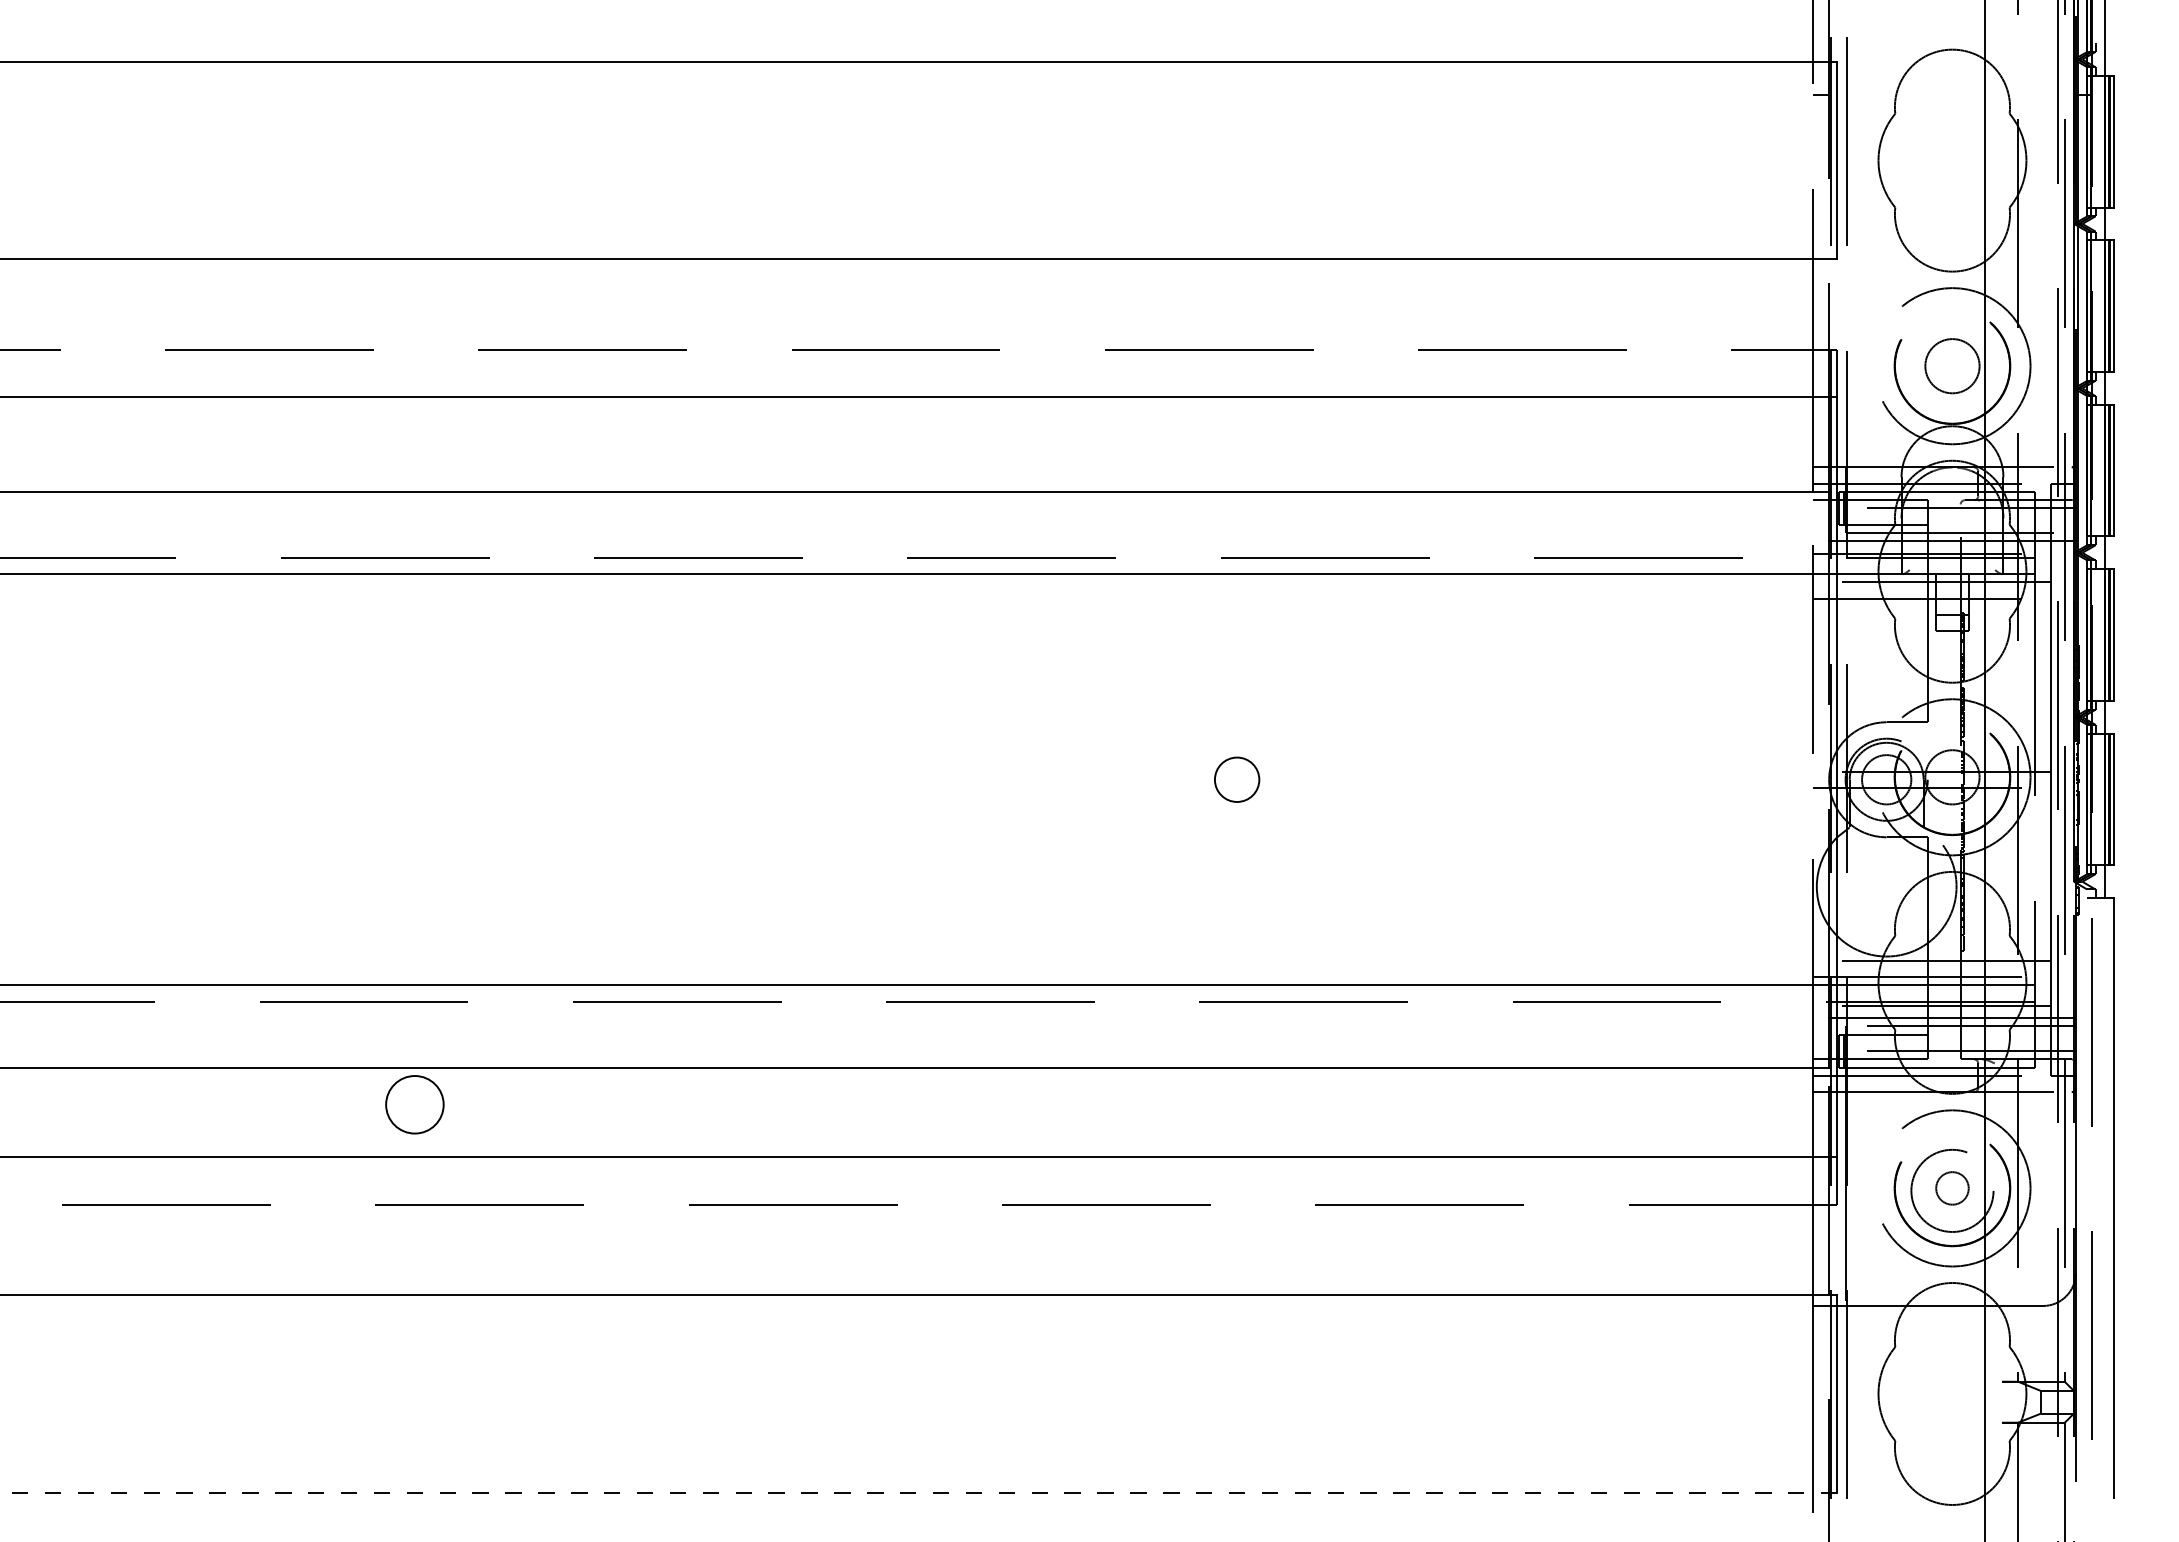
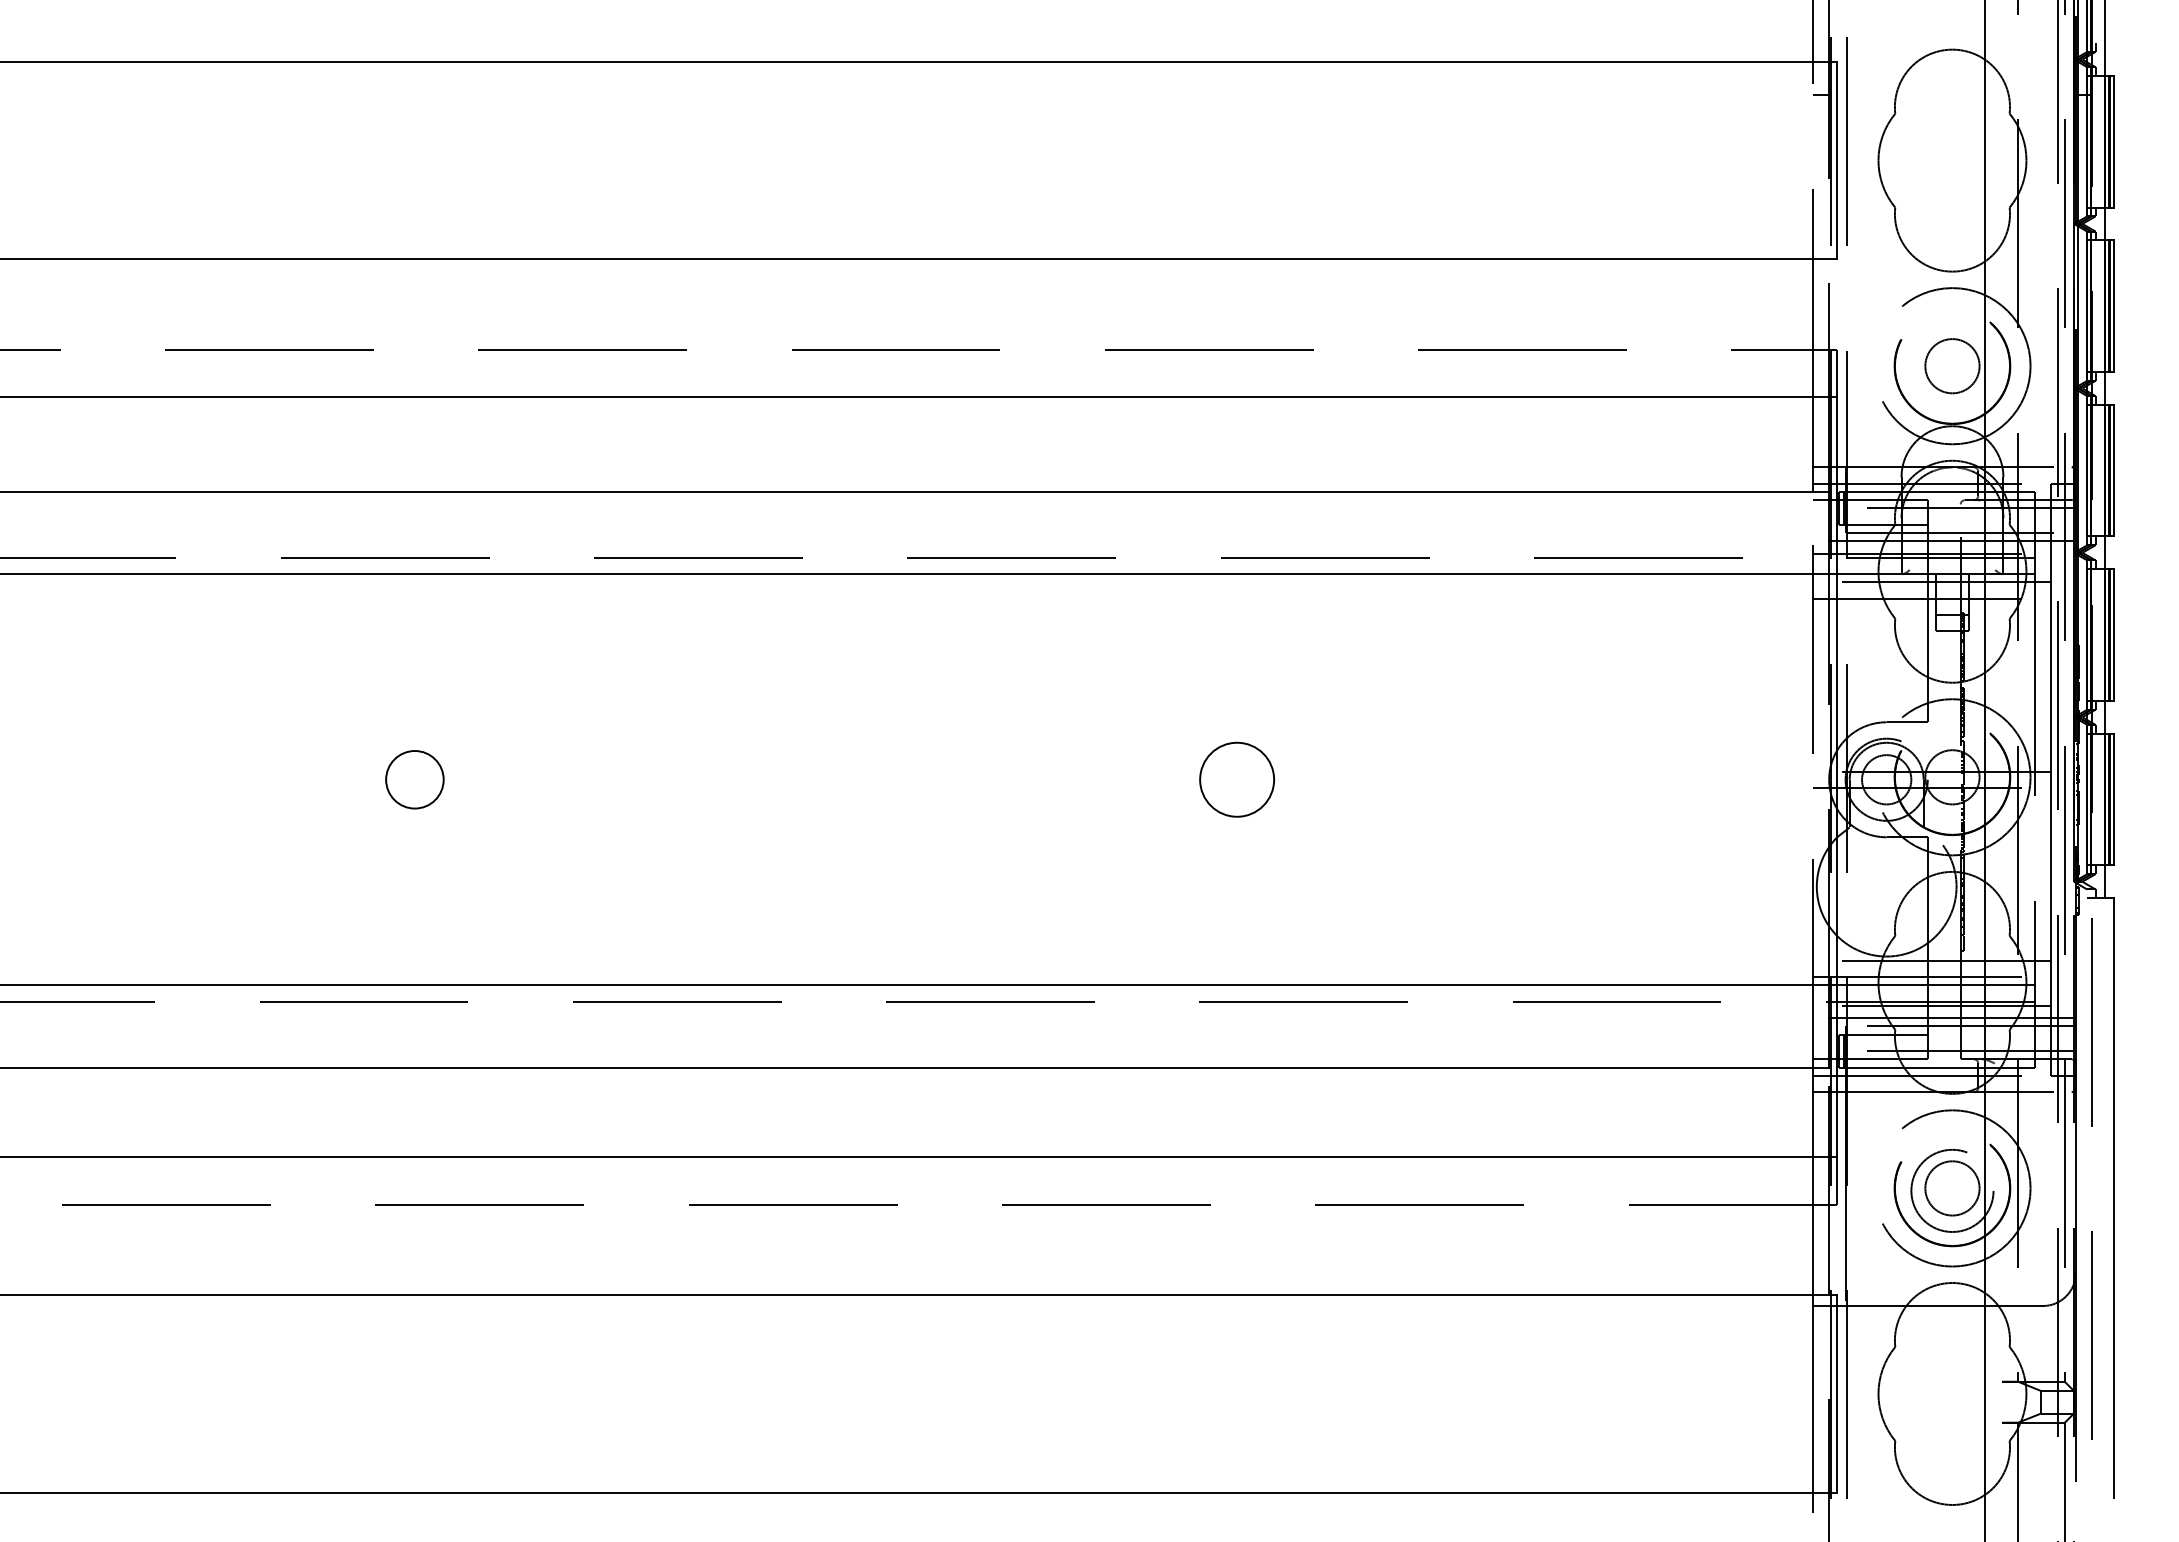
circle at (1236, 779) diameter: 44 px -> 74 px
circle at (414, 1104) position: (414, 1104) -> (414, 779)
circle at (1952, 1188) diameter: 33 px -> 54 px
line at (918, 1492): dashed -> solid
